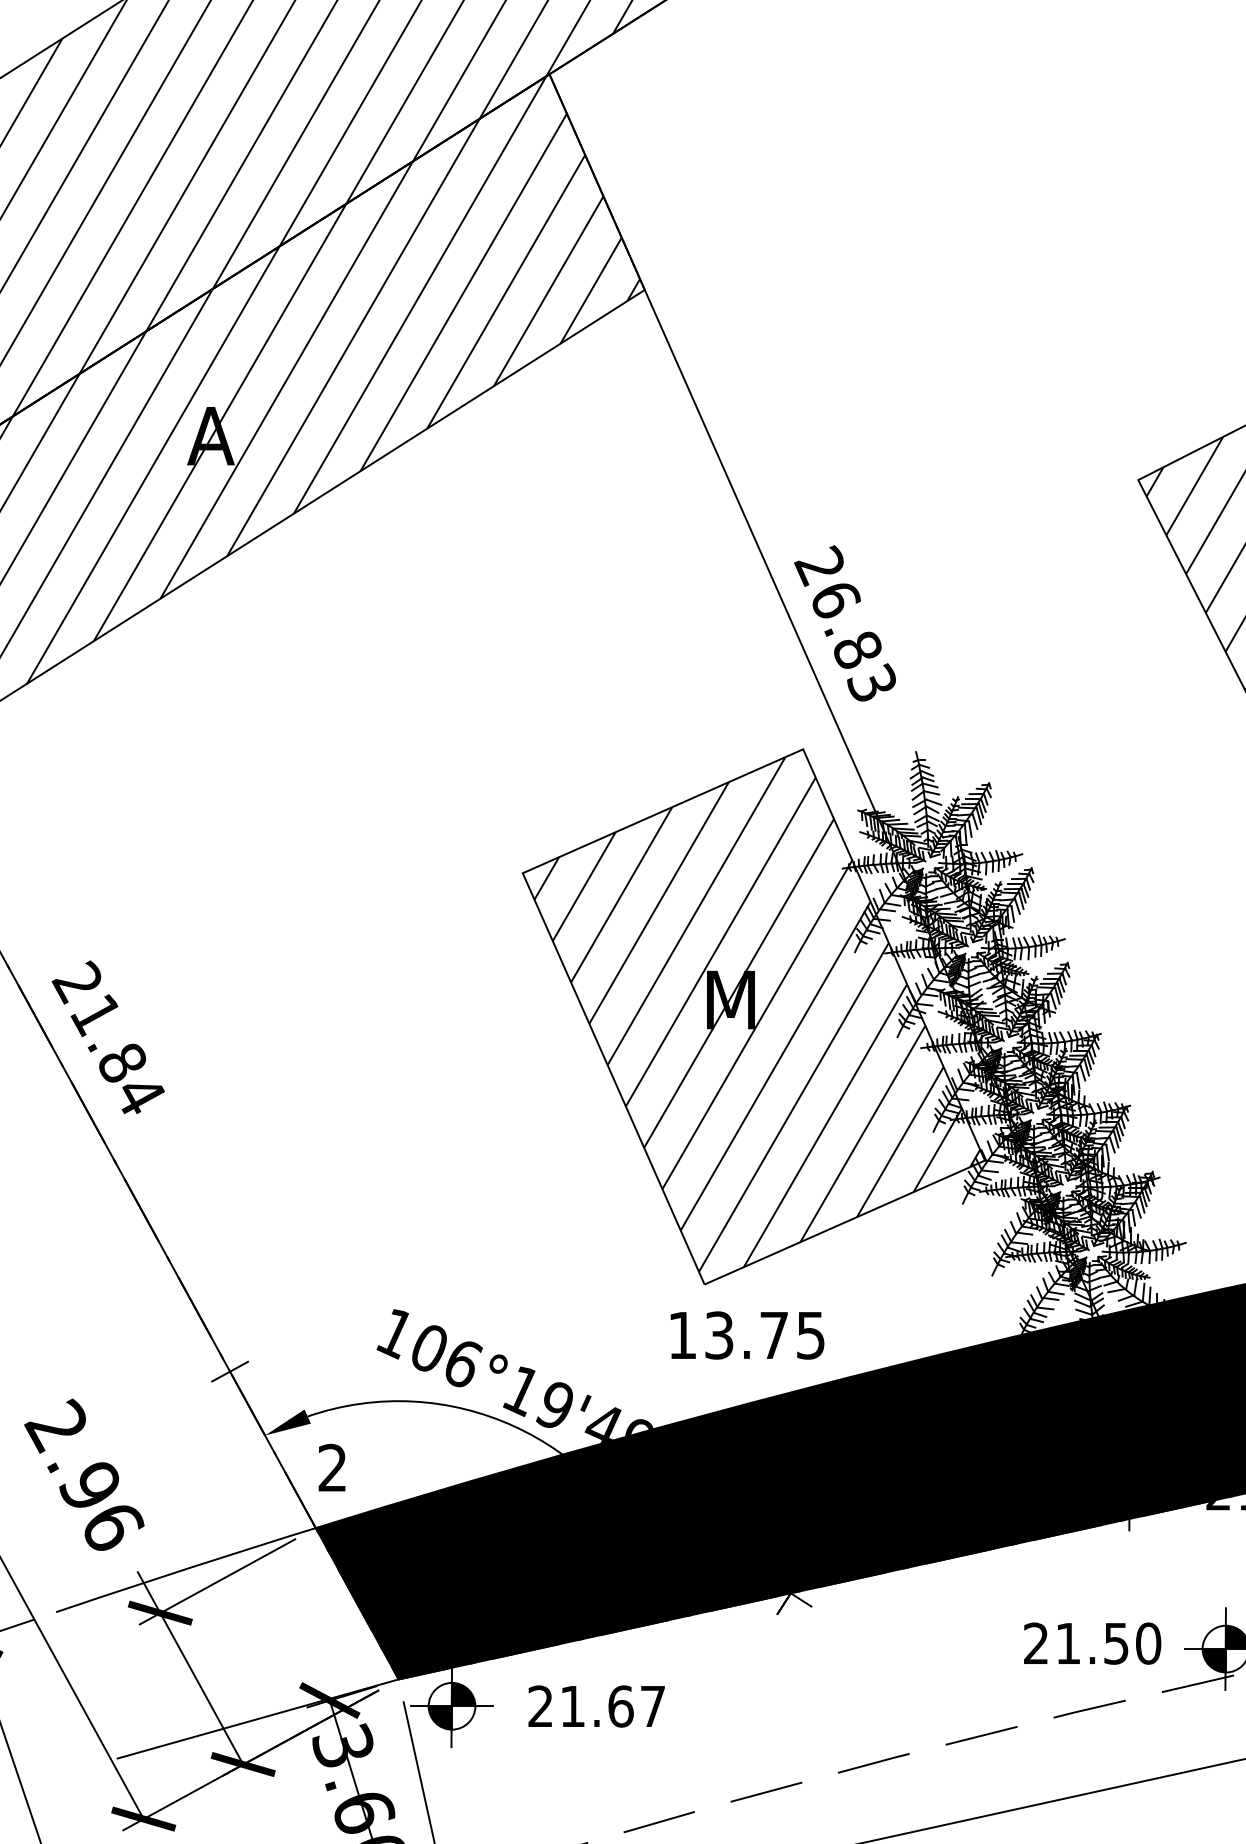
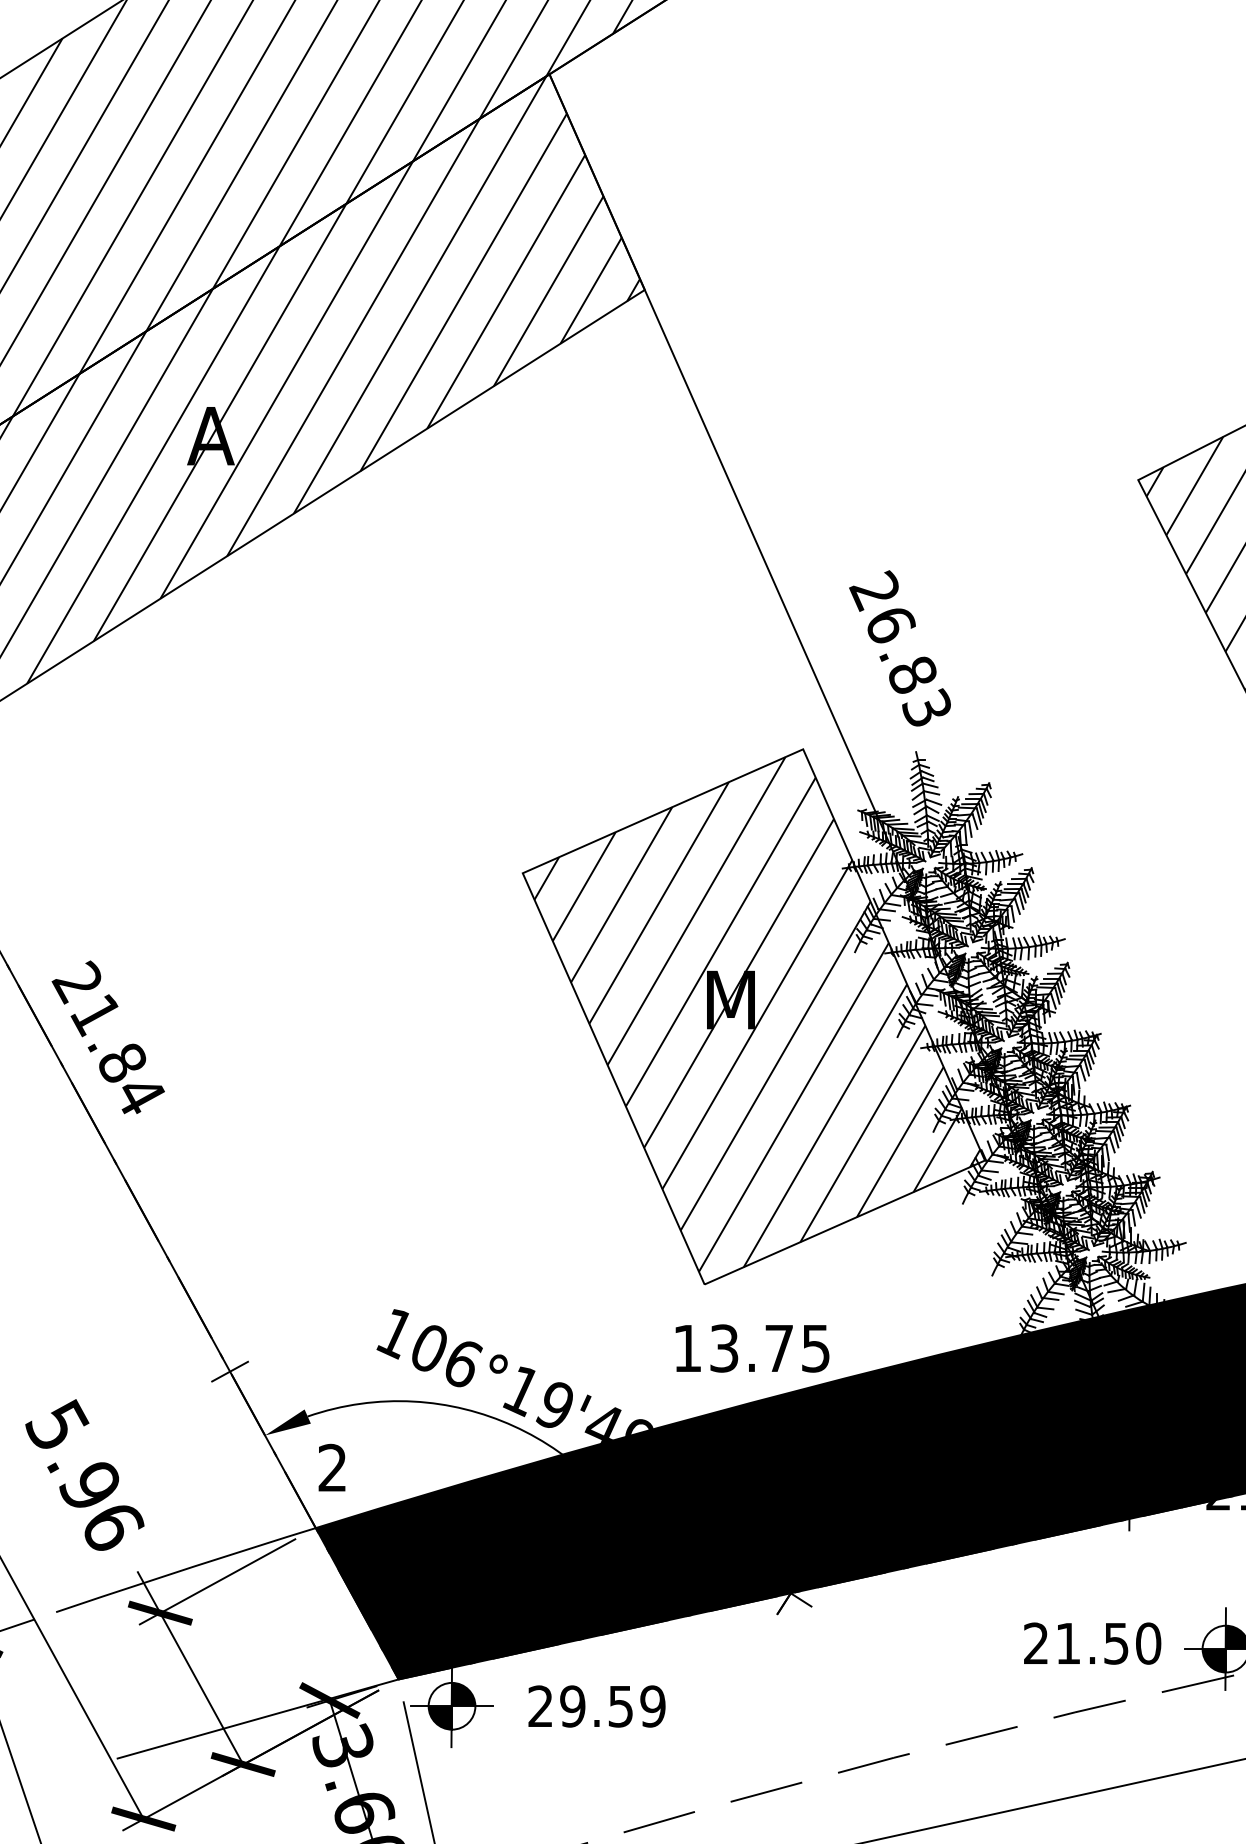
text at (844, 623) position: (844, 623) -> (899, 648)
text at (747, 1335) position: (747, 1335) -> (752, 1348)
text at (56, 1425): 2.96 -> 5.96
text at (612, 1706): 21.67 -> 29.59
